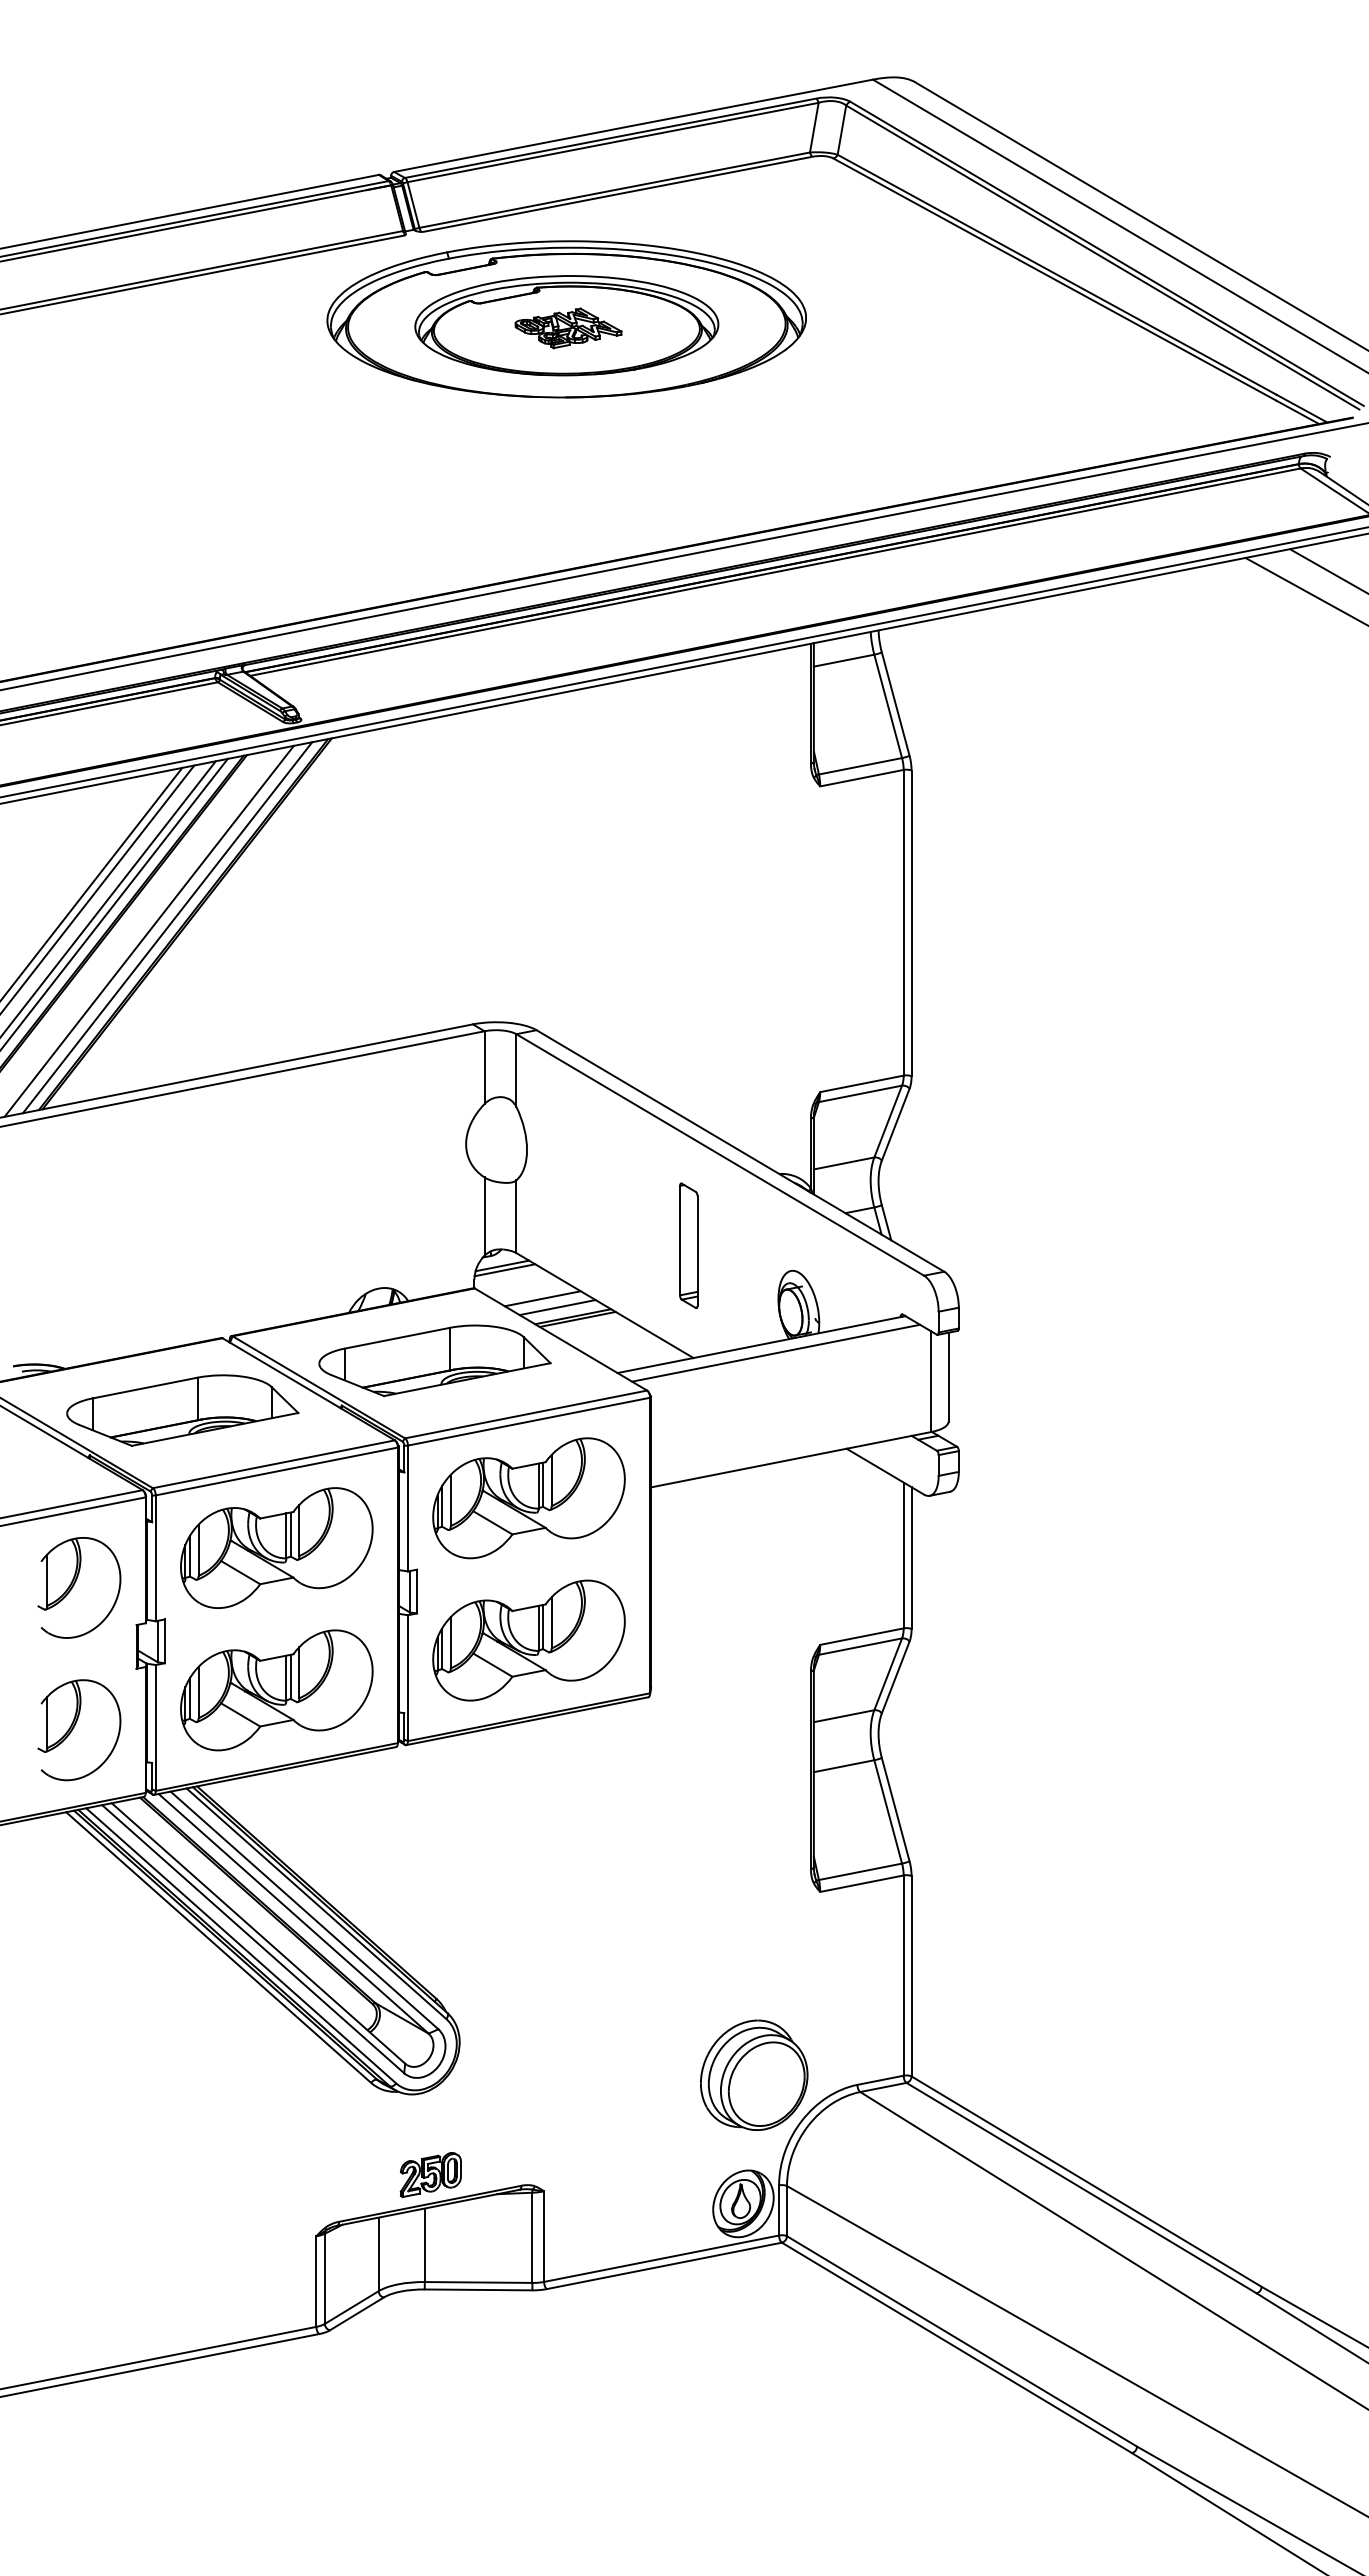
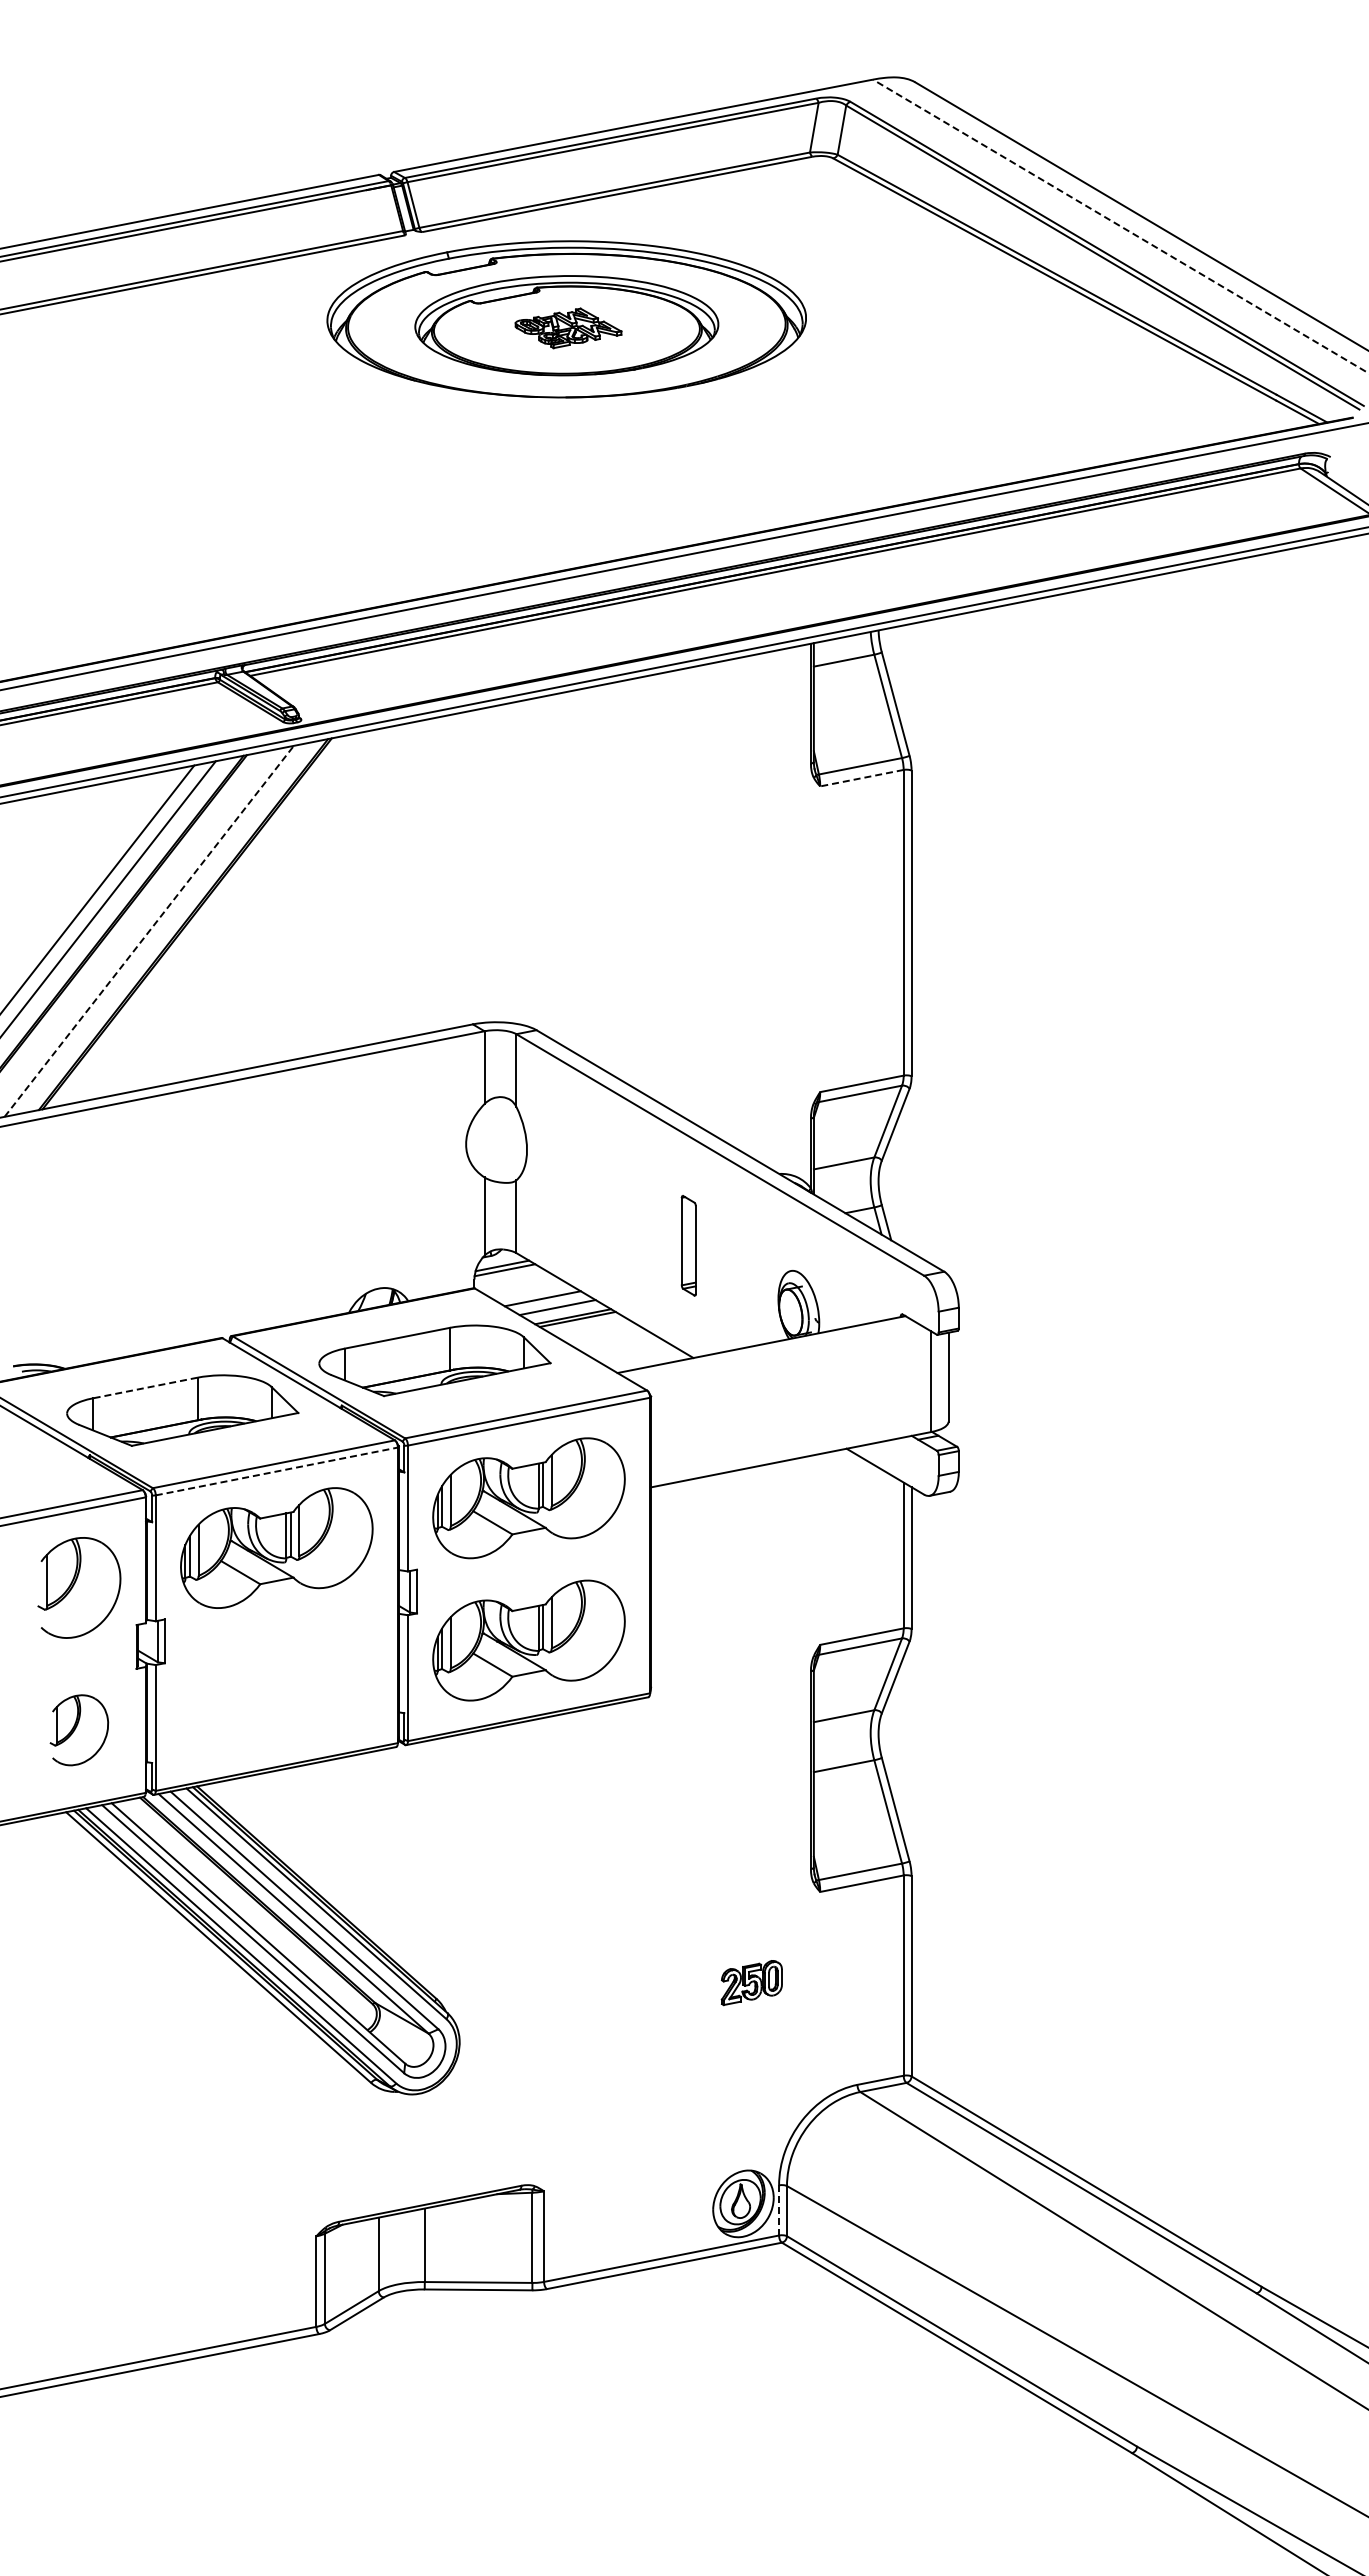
line at (1120, 226): solid -> dashed
line at (1327, 570): present -> none
line at (1305, 590): present -> none
line at (861, 778): solid -> dashed
line at (92, 883): present -> none
line at (114, 902): present -> none
line at (167, 927): present -> none
line at (149, 930): solid -> dashed
part at (688, 1245) size: 20x127 px -> 17x102 px
line at (776, 1352): present -> none
line at (144, 1388): solid -> dashed
line at (277, 1471): solid -> dashed
part at (276, 1690): present -> none
part at (79, 1730) size: 85x103 px -> 61x73 px
part at (754, 2074): present -> none
part at (430, 2175) position: (430, 2175) -> (751, 1983)
line at (779, 2210): solid -> dashed
